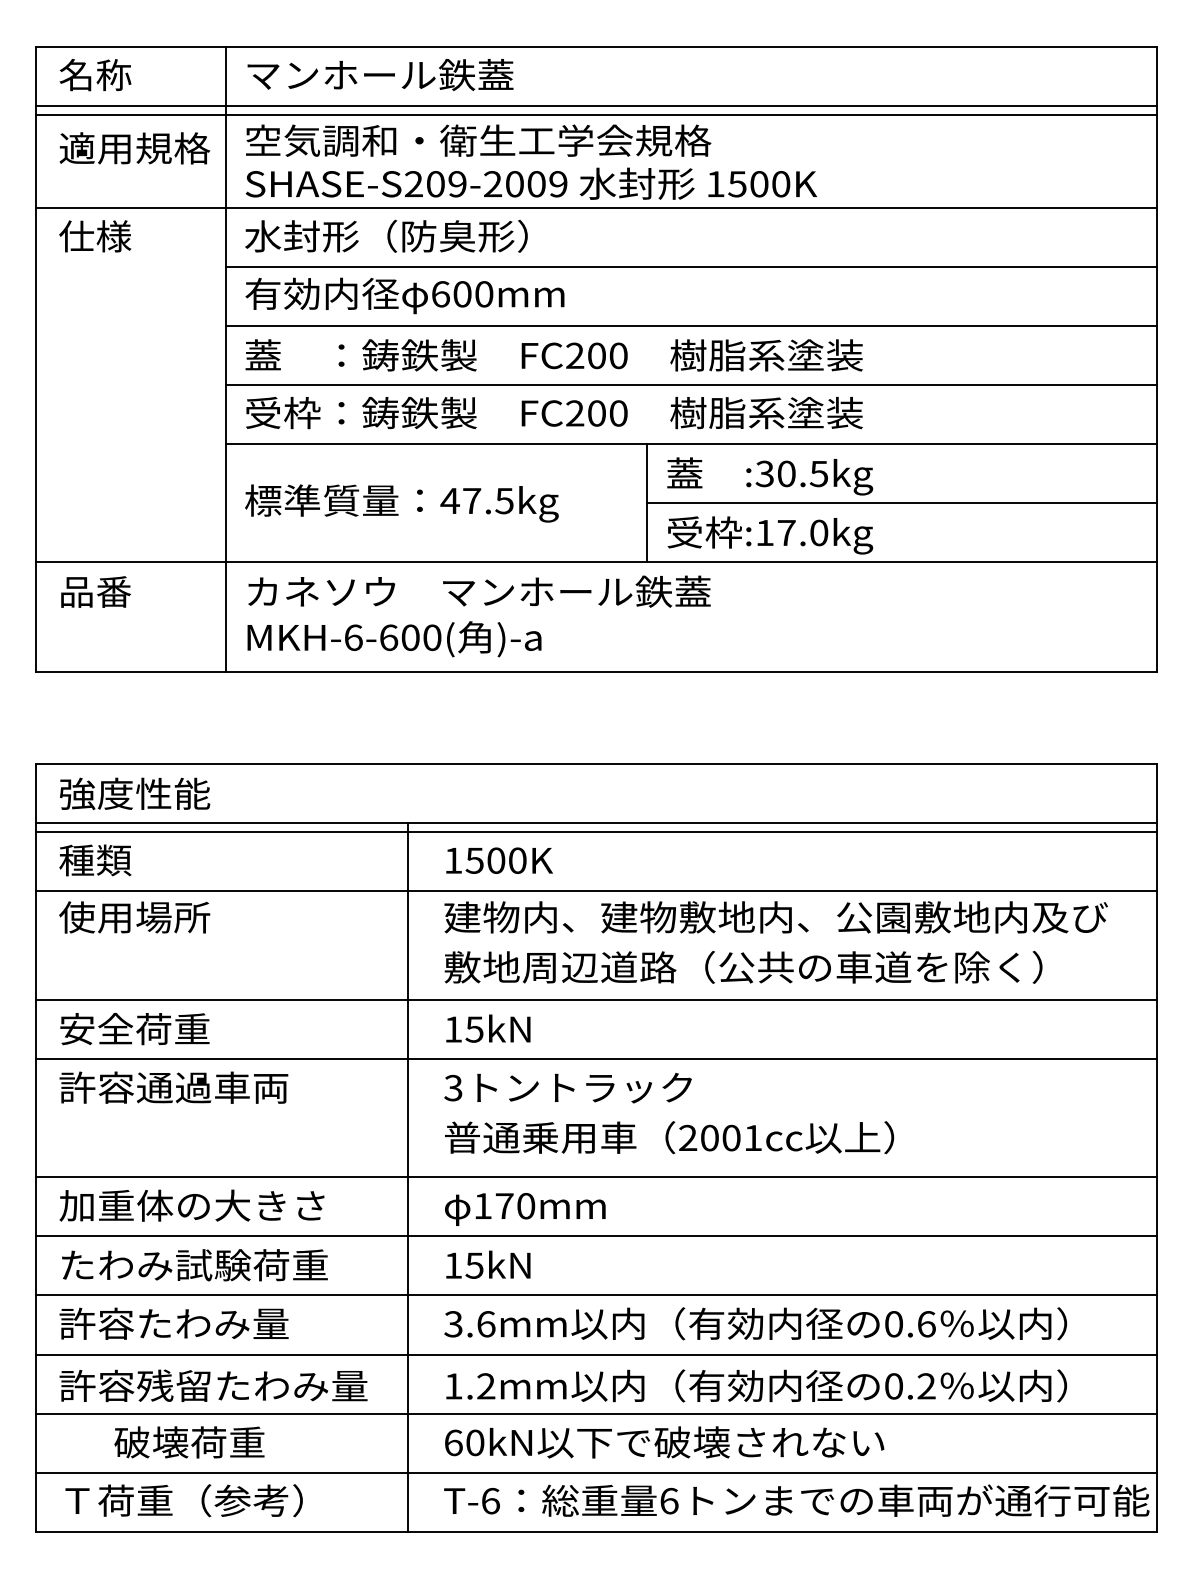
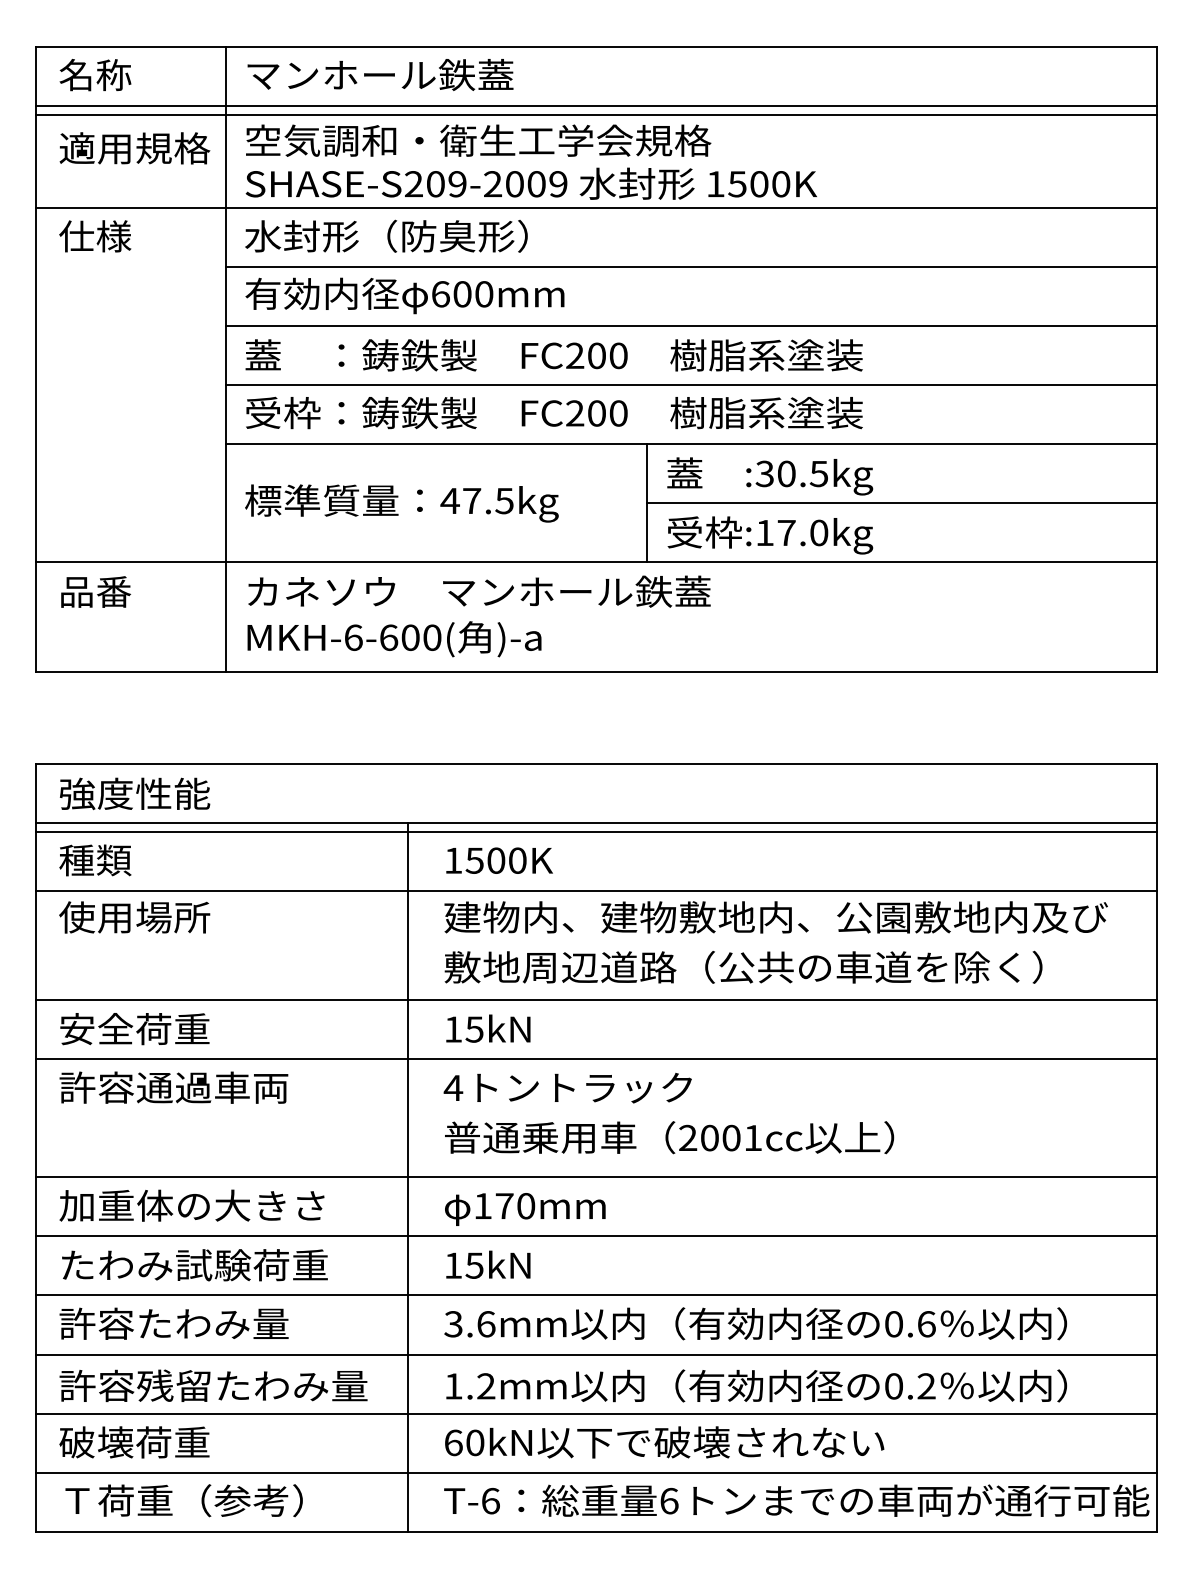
text at (453, 1087): 3 -> 4
text at (189, 1442) position: (189, 1442) -> (134, 1442)
